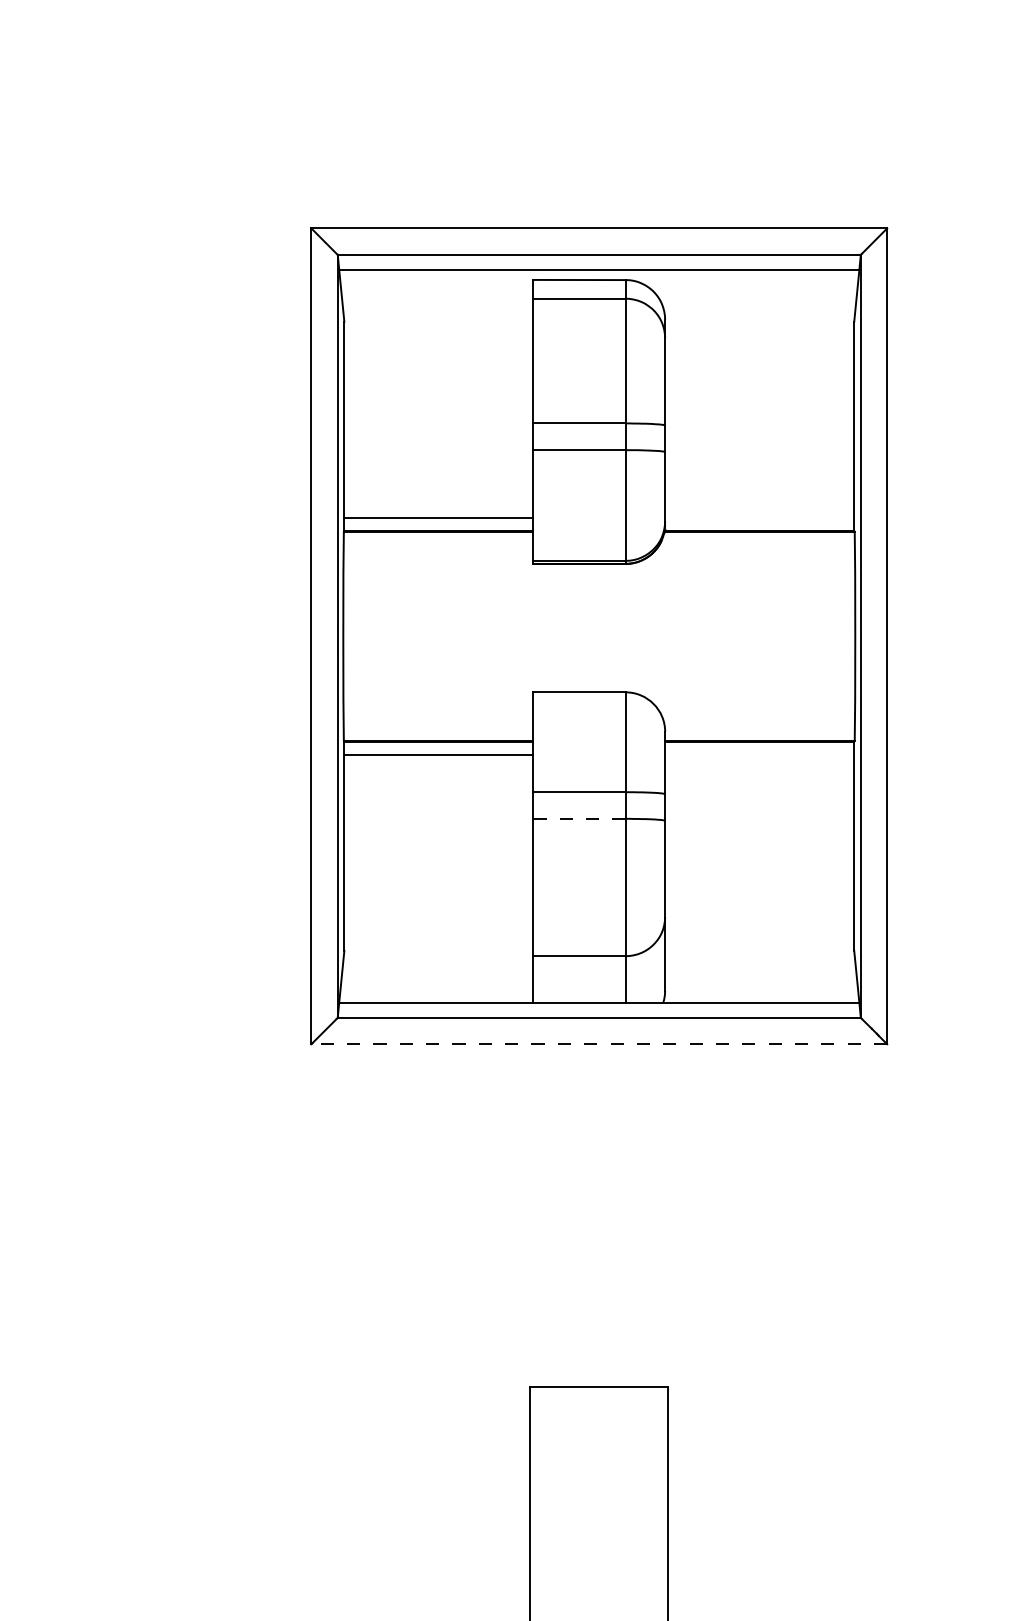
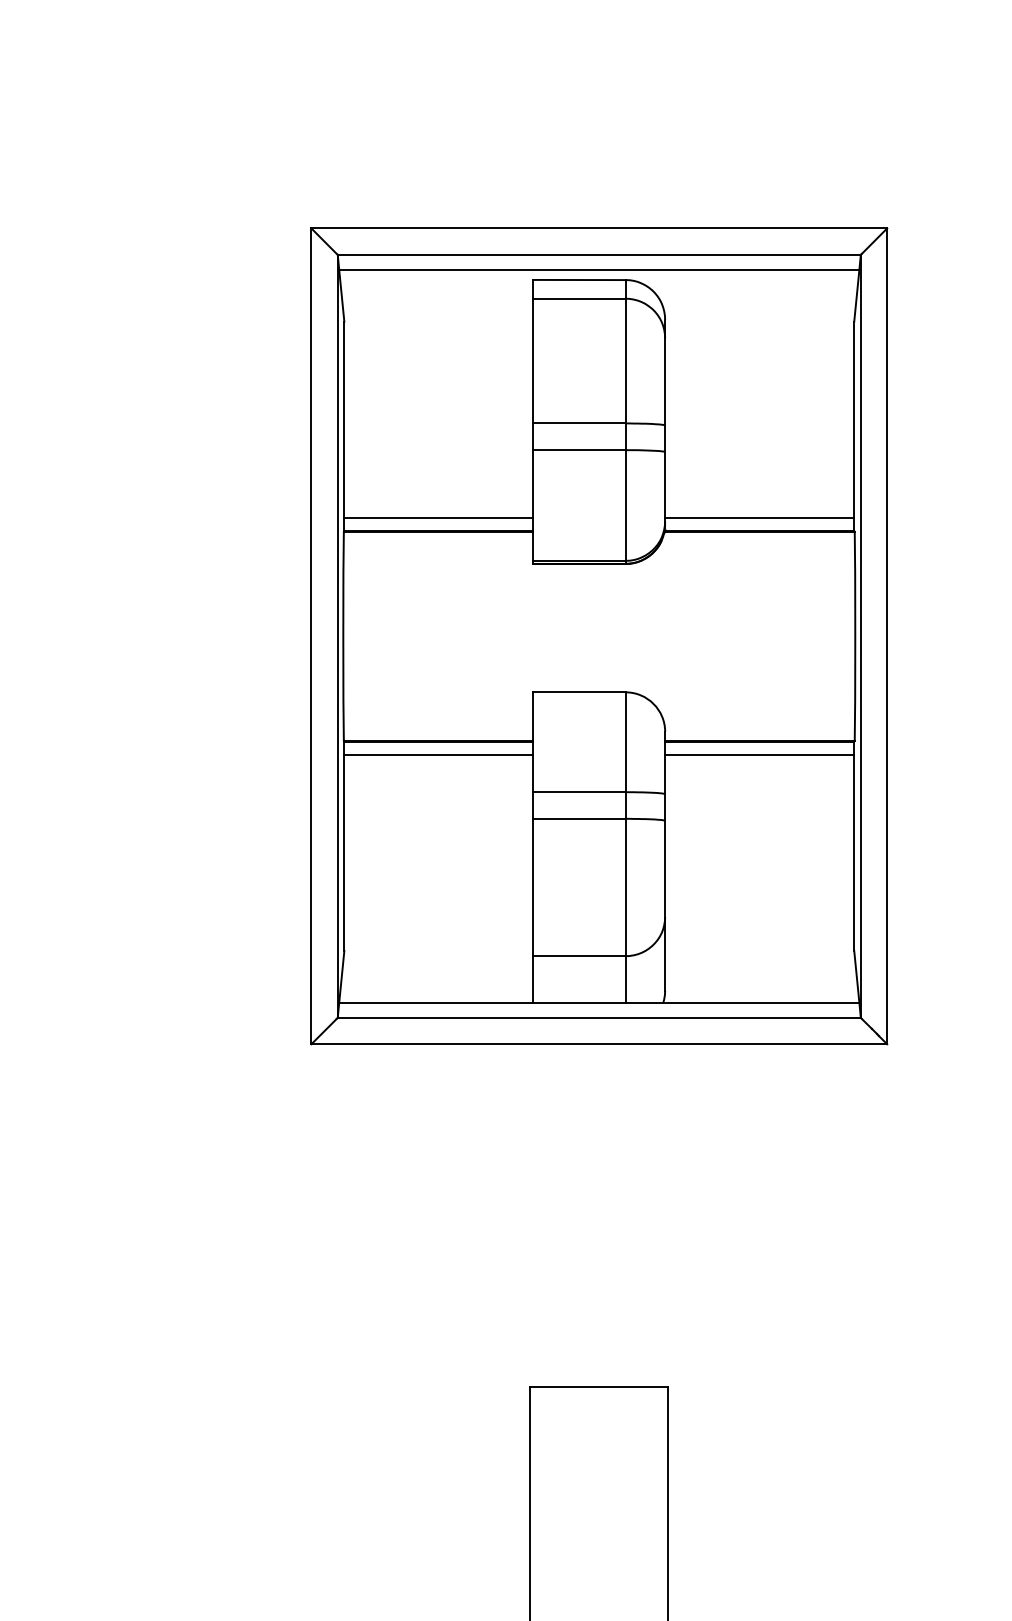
line at (759, 517): none -> present
line at (759, 754): none -> present
line at (580, 818): dashed -> solid
line at (599, 1044): dashed -> solid
